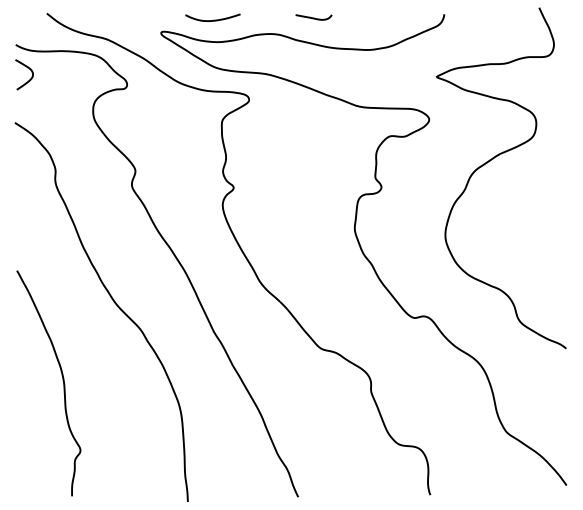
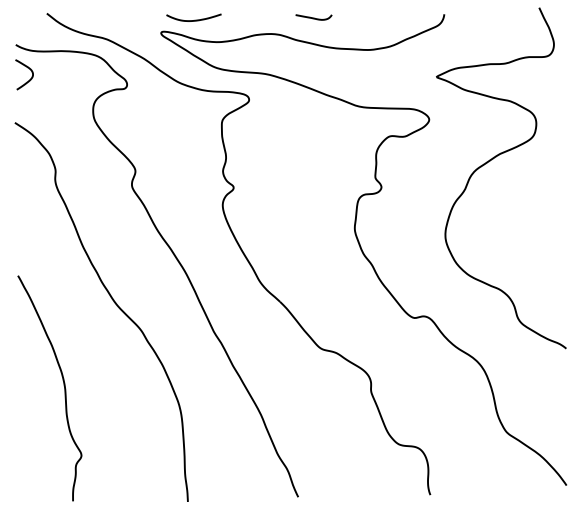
curve at (213, 19) position: (213, 19) -> (194, 19)
curve at (62, 380) position: (62, 380) -> (63, 385)
